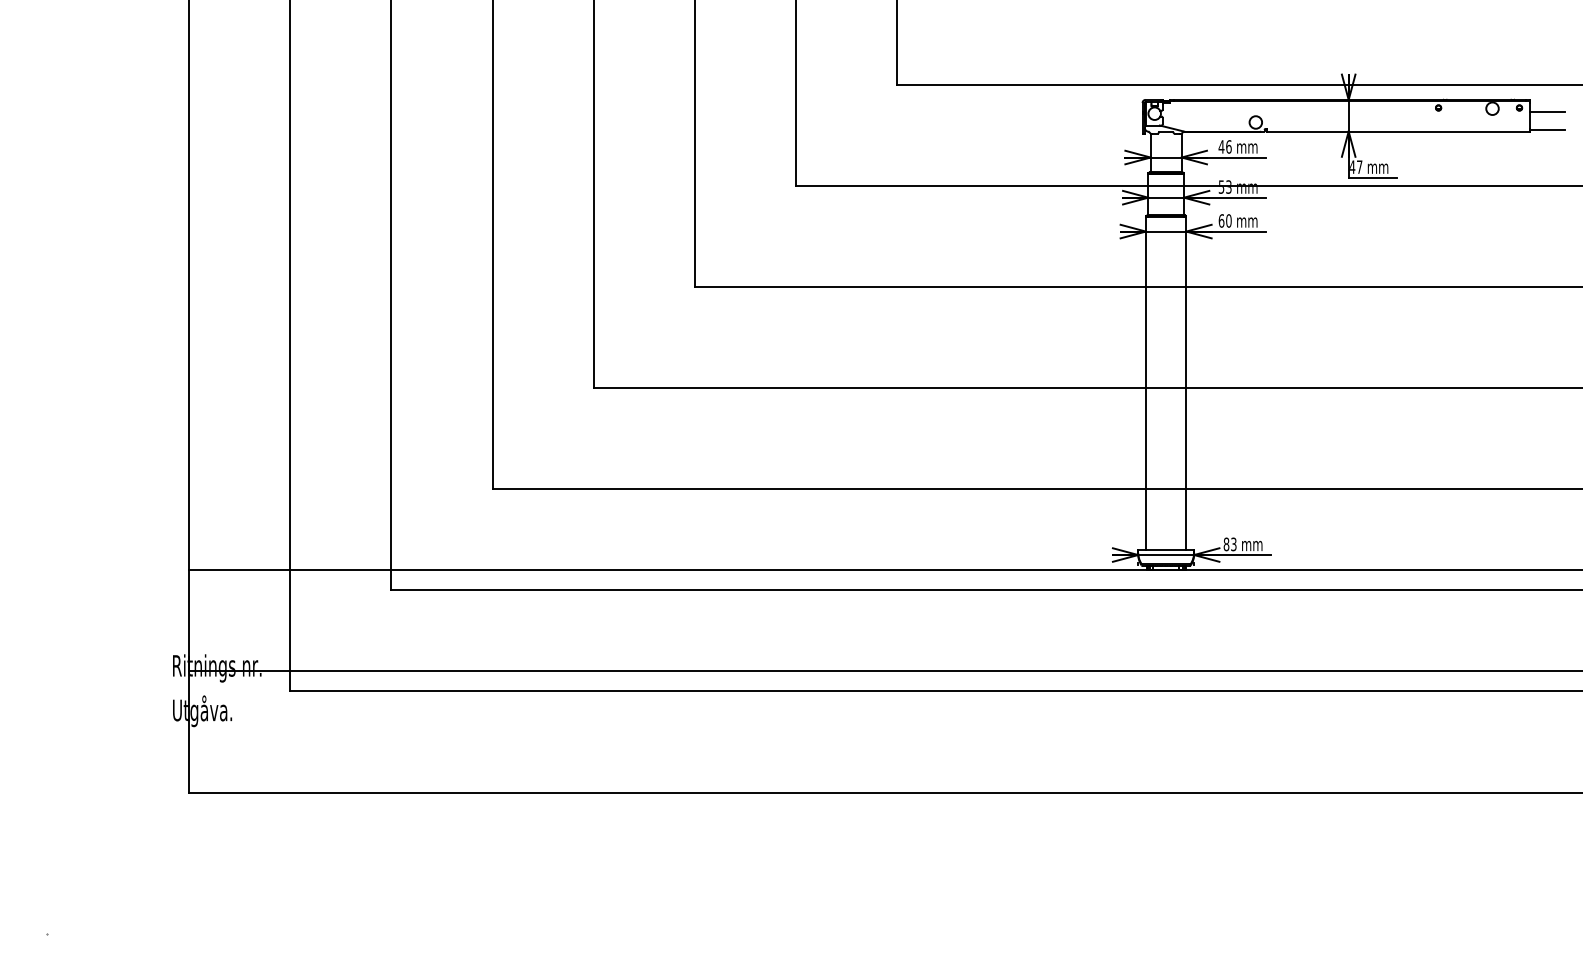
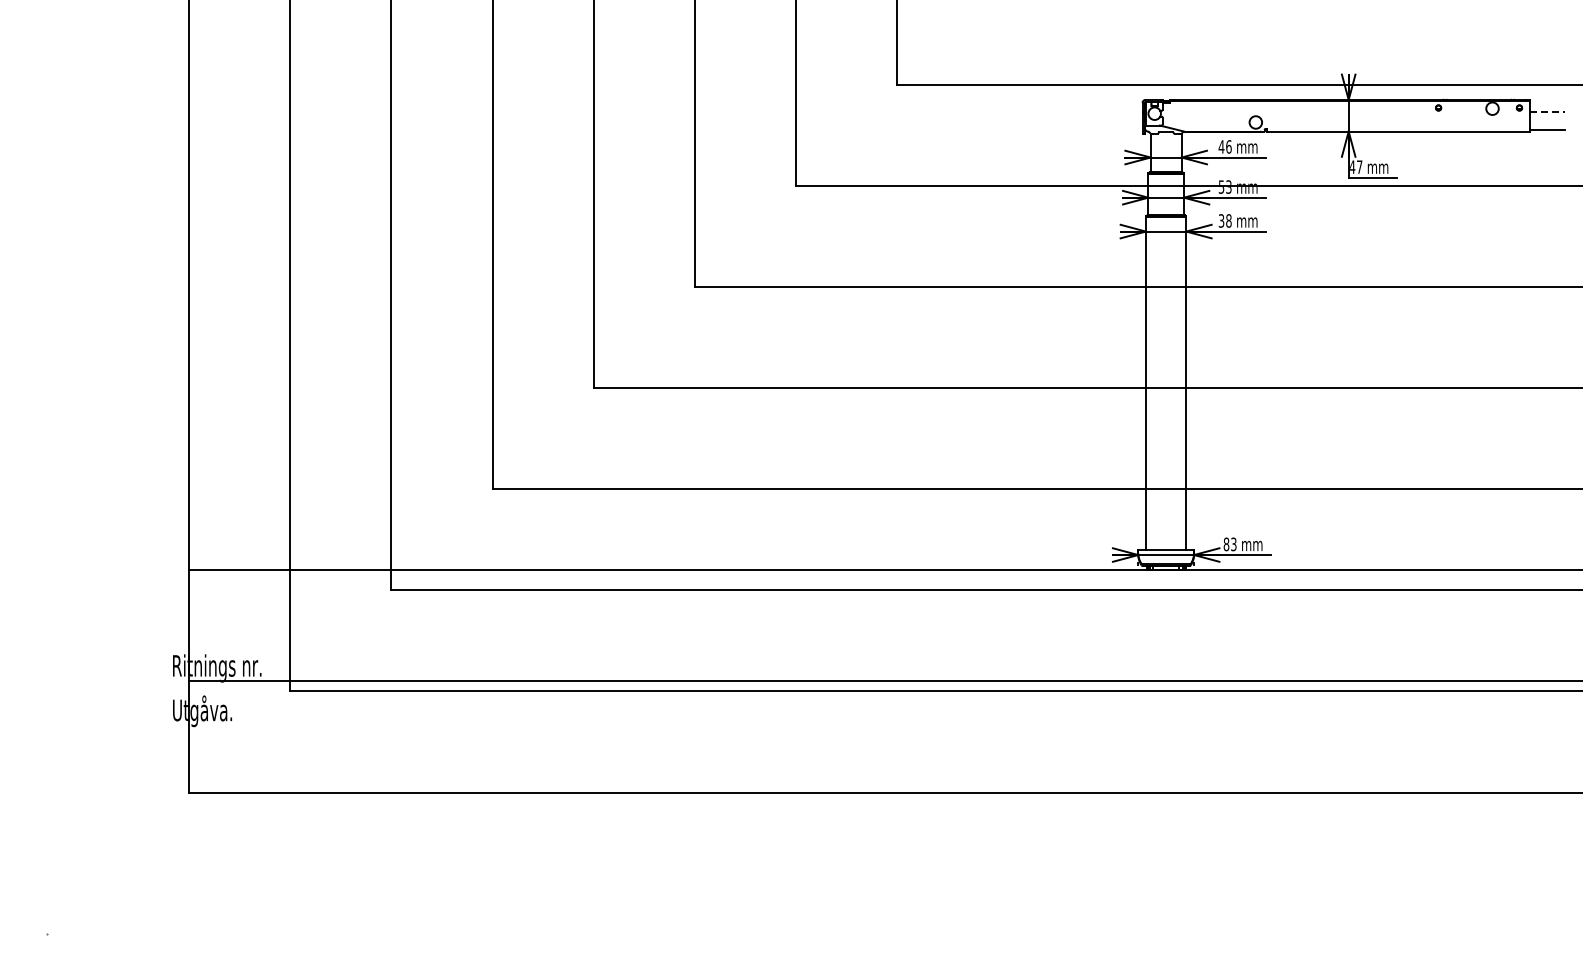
line at (1547, 112): solid -> dashed
text at (1224, 220): 60 -> 38
line at (884, 671) position: (884, 671) -> (884, 681)
